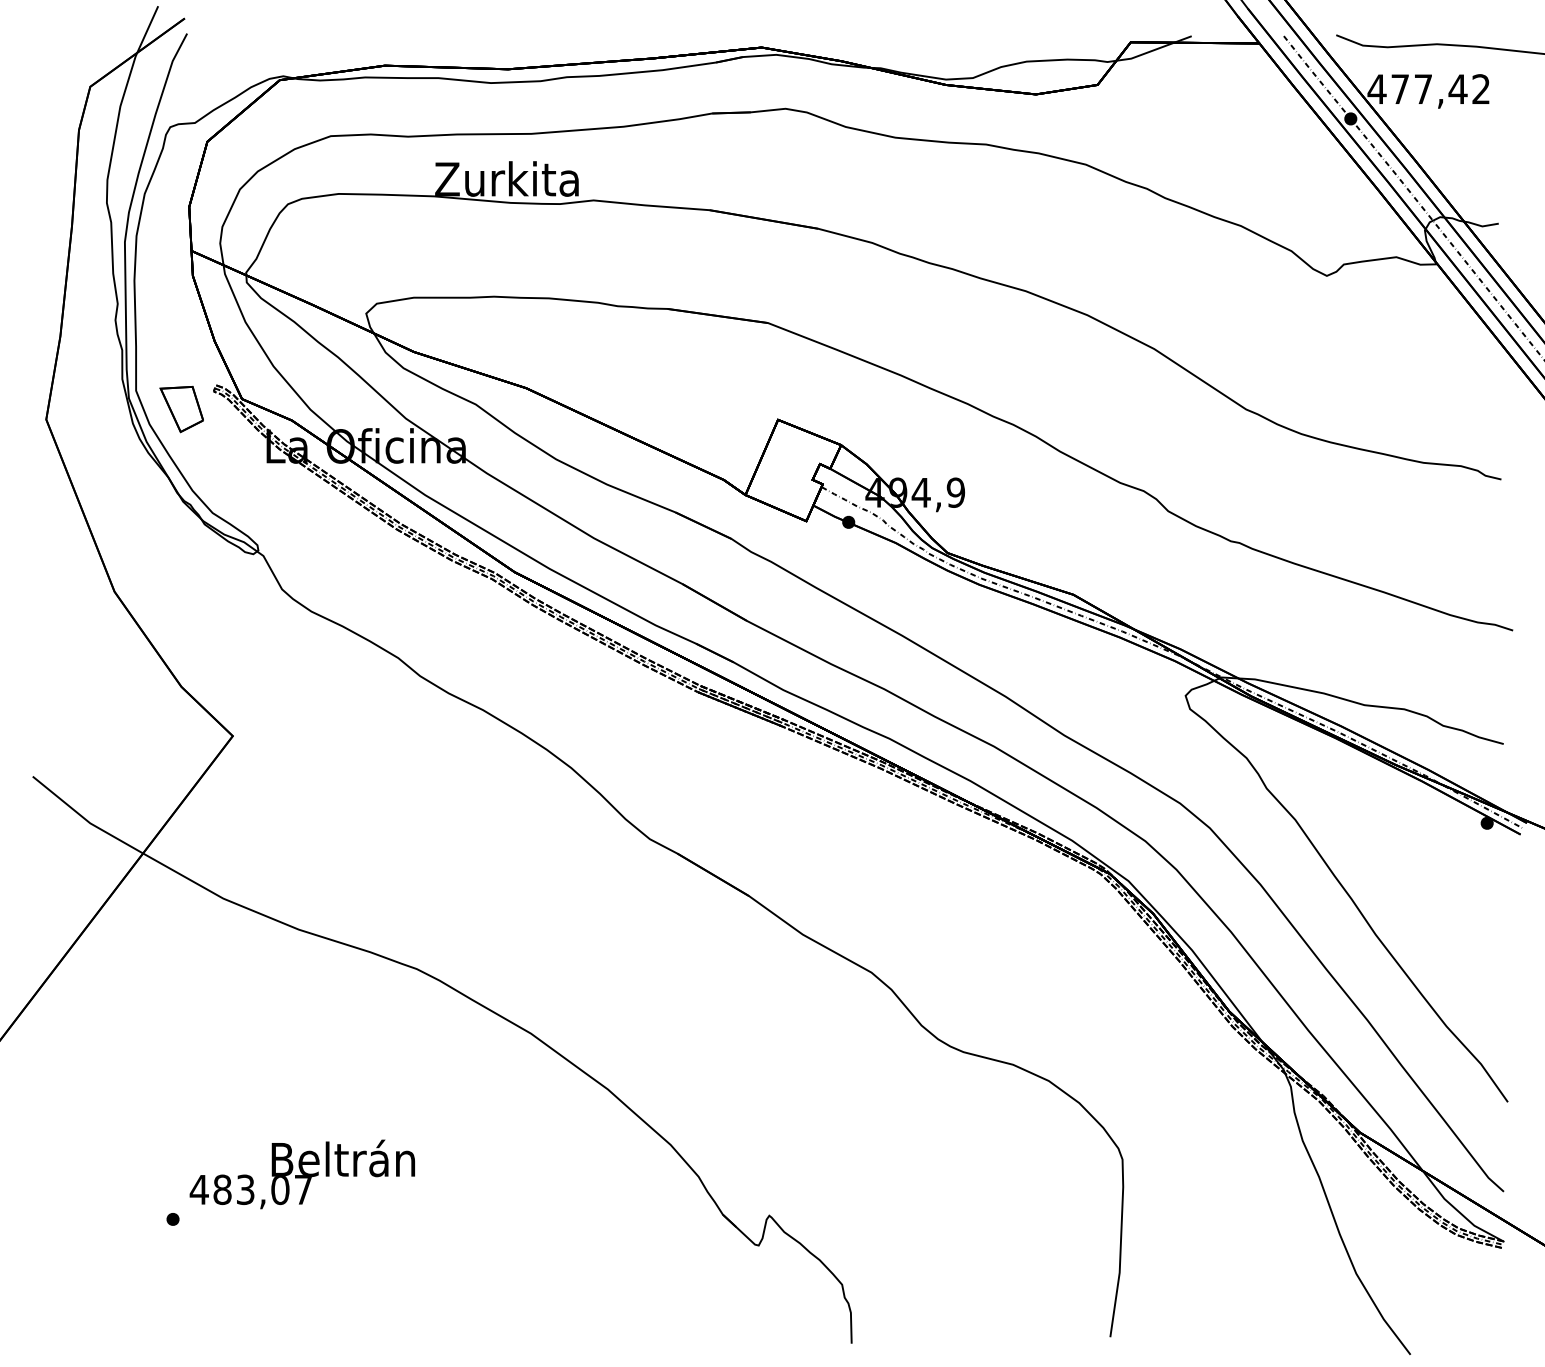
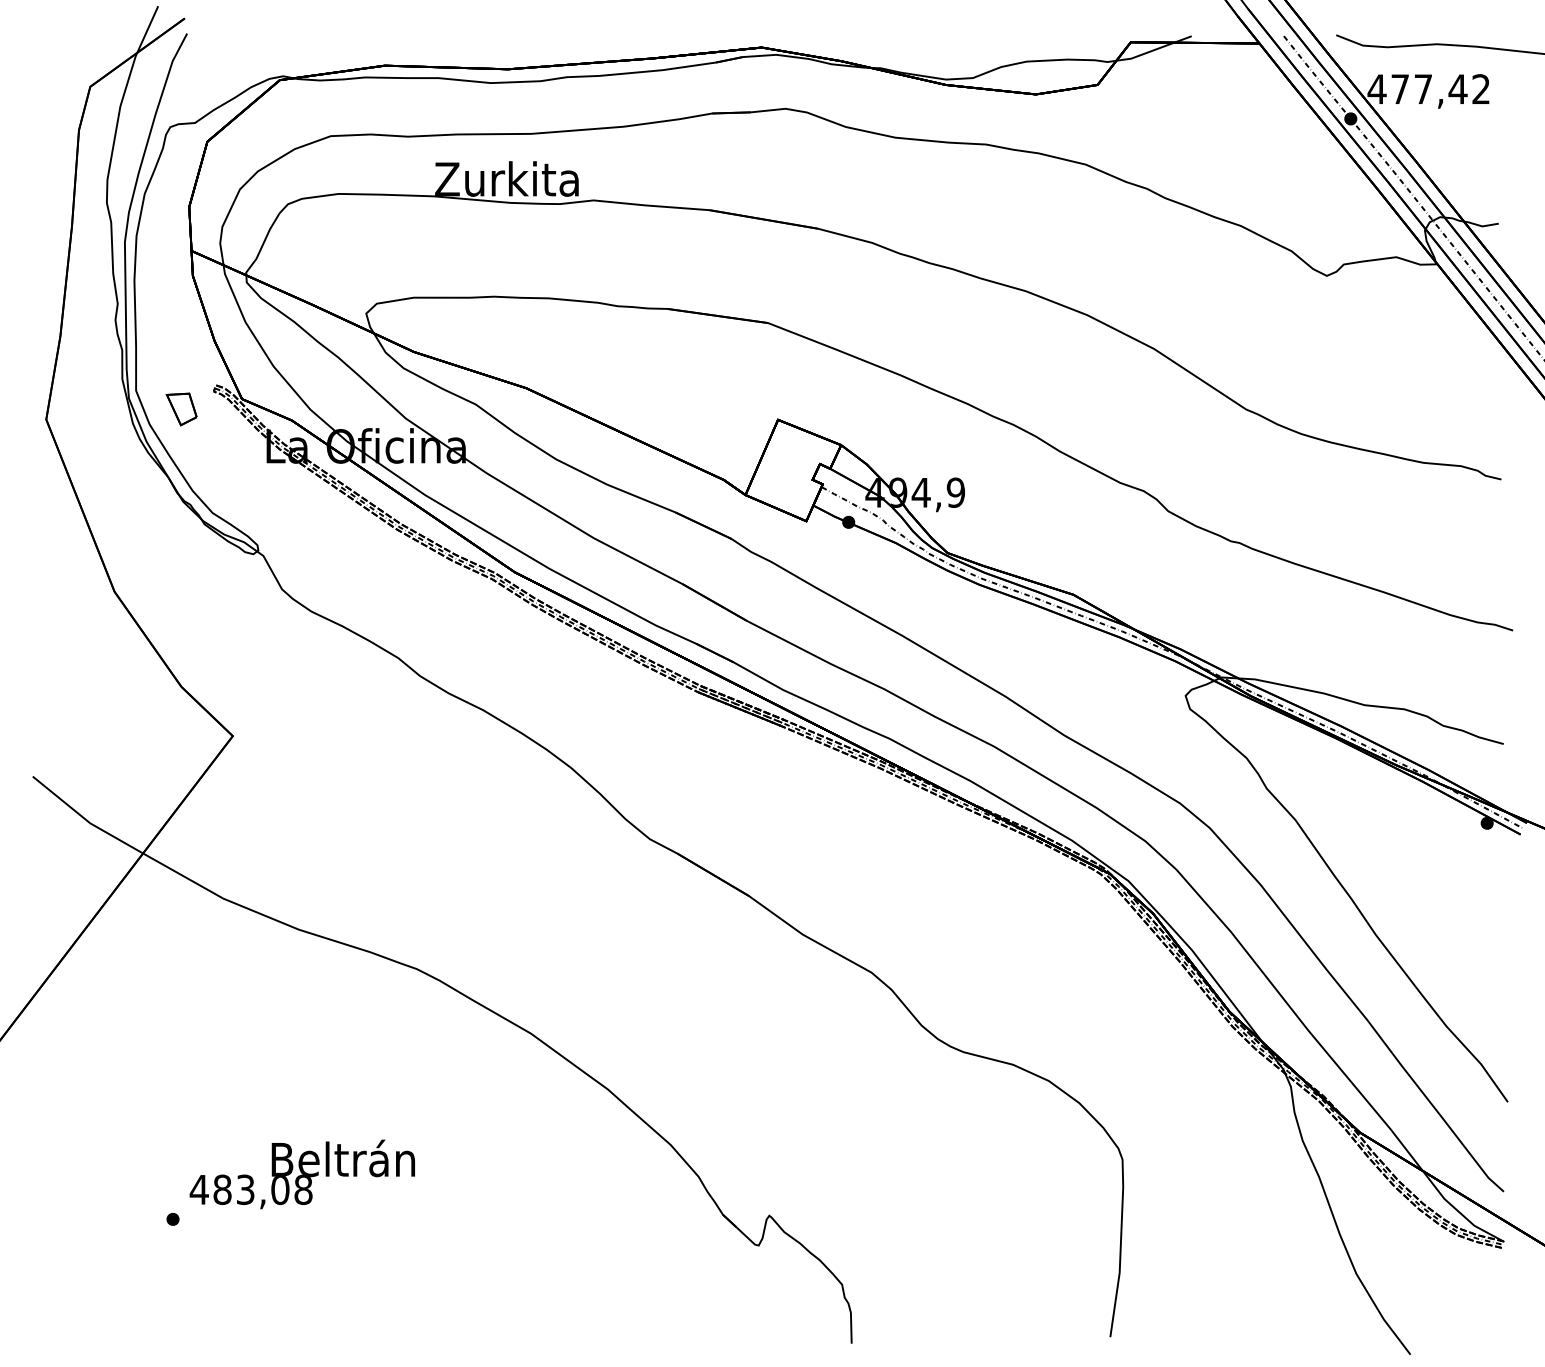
part at (181, 409) size: 45x49 px -> 33x35 px
text at (303, 1189): 483,07 -> 483,08
